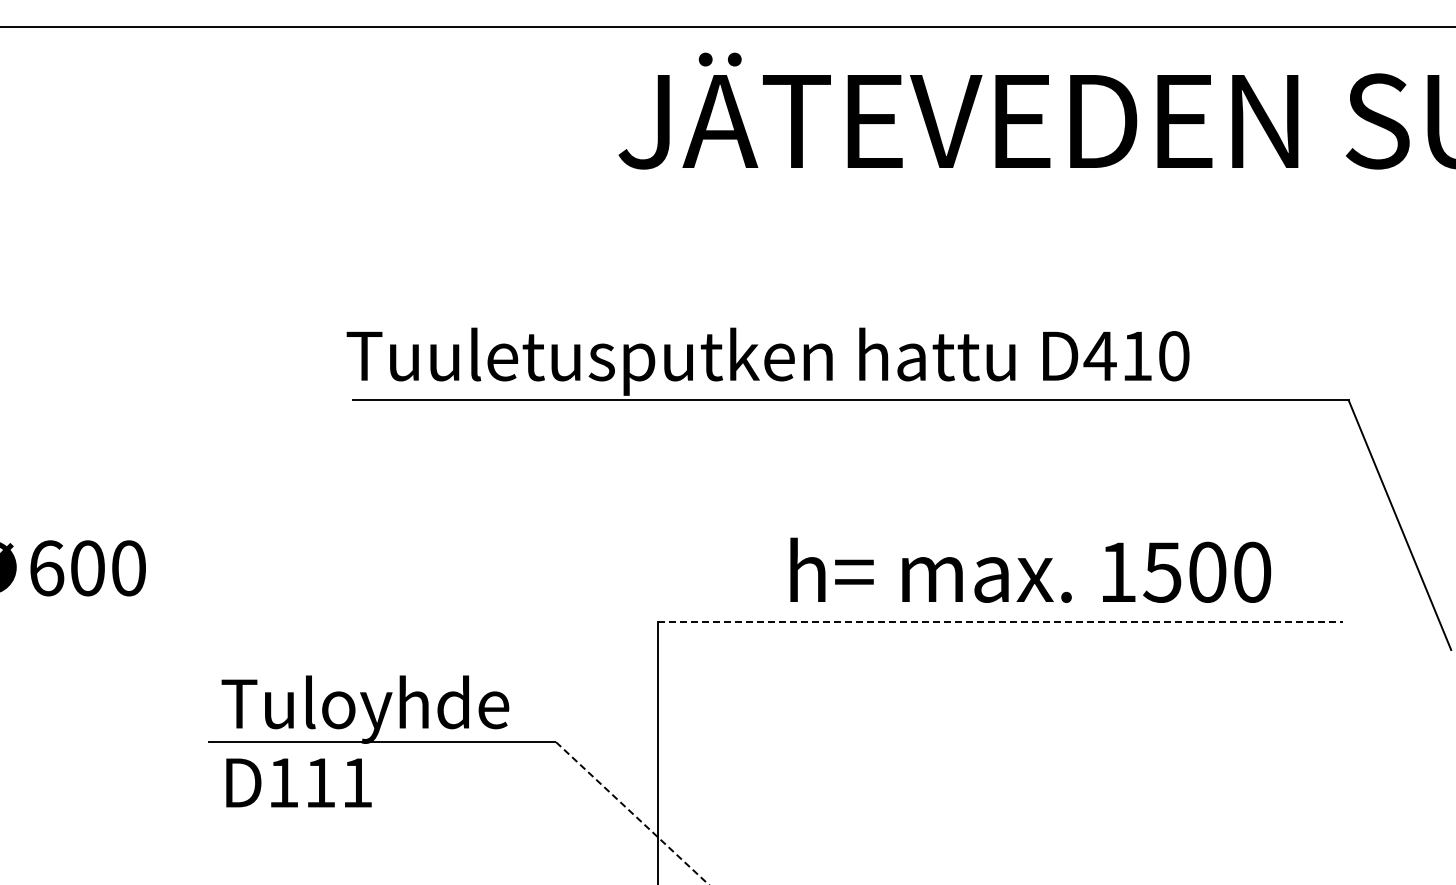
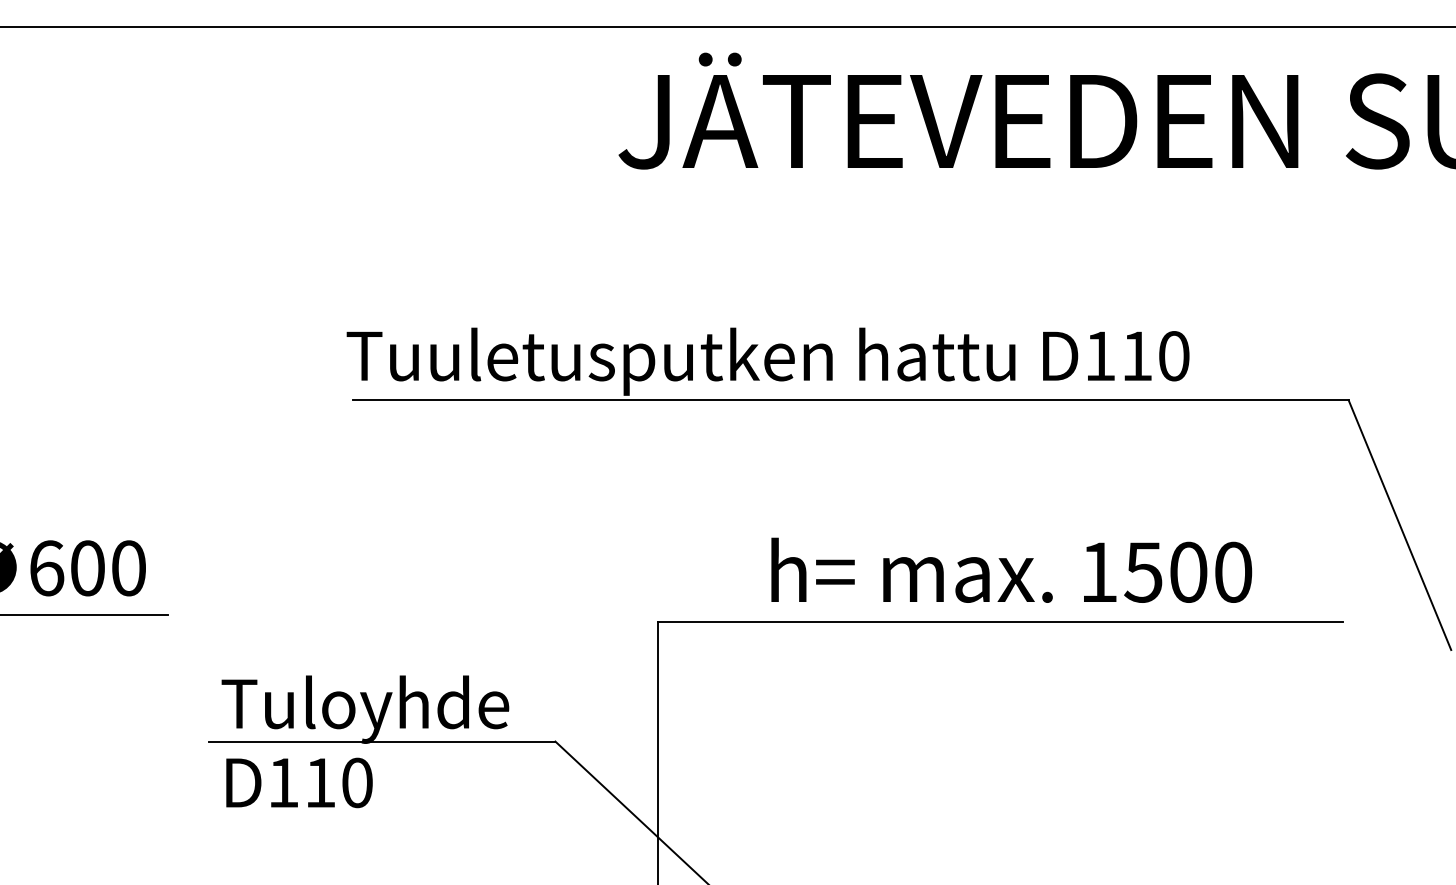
text at (1099, 355): D410 -> D110
text at (1030, 569) position: (1030, 569) -> (1011, 569)
line at (85, 615): none -> present
line at (1000, 621): dashed -> solid
text at (357, 782): D111 -> D110
line at (632, 813): dashed -> solid
